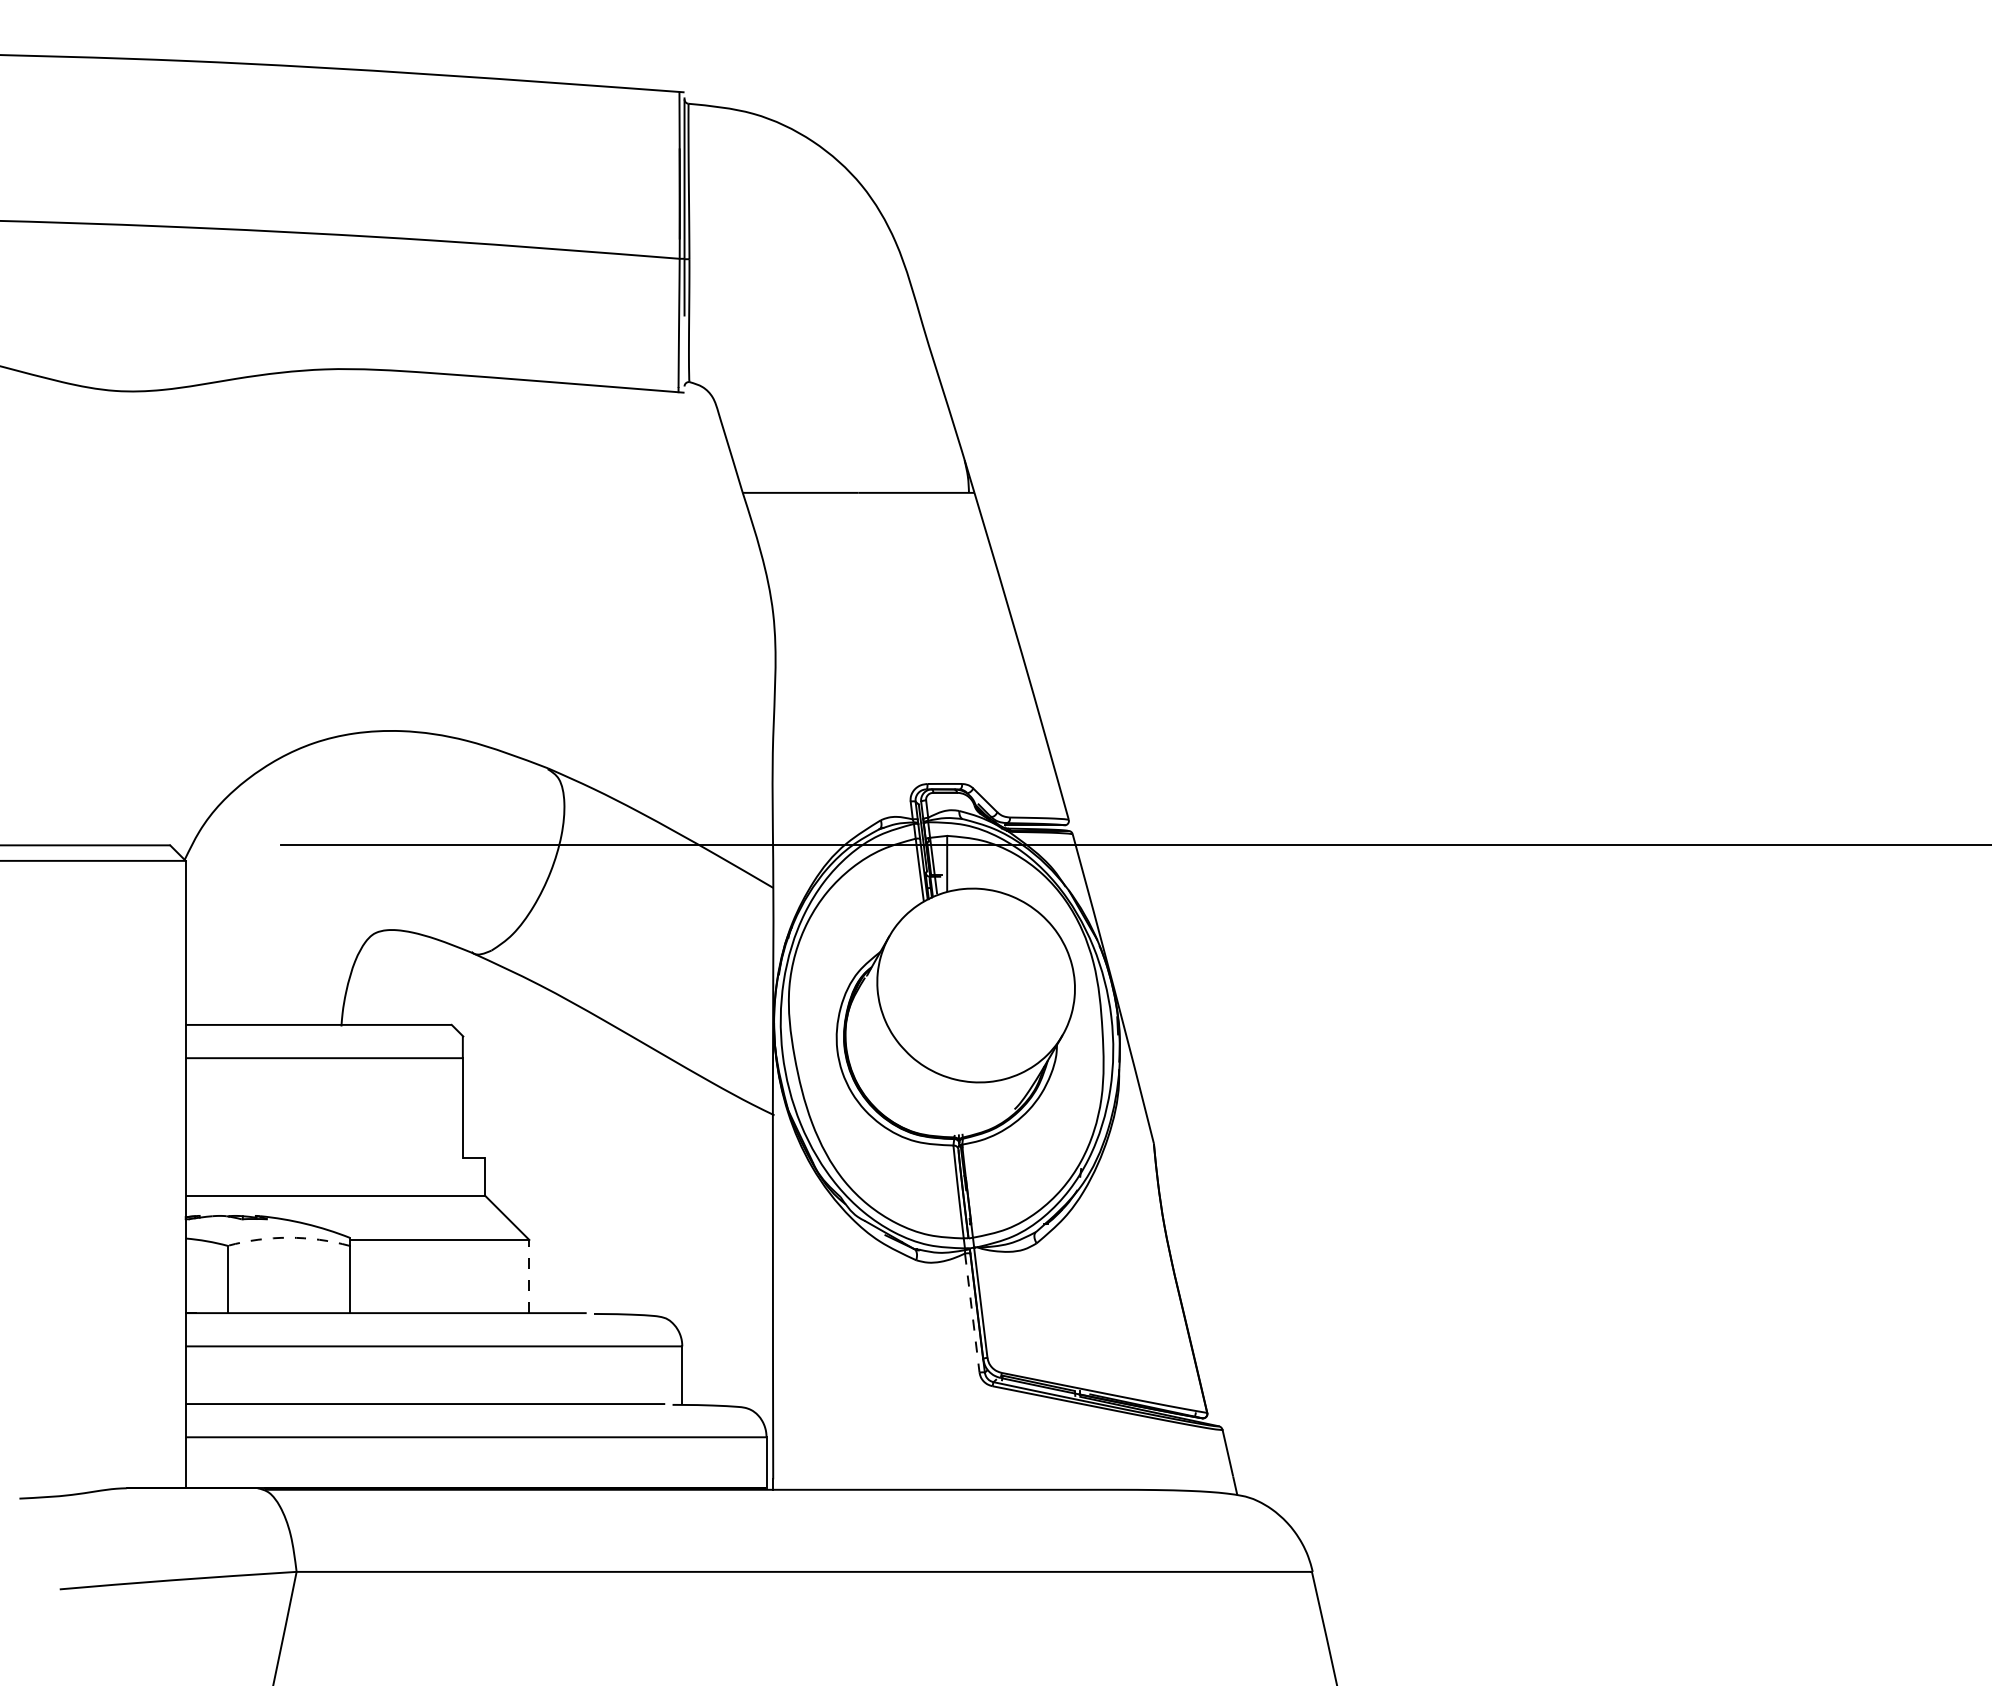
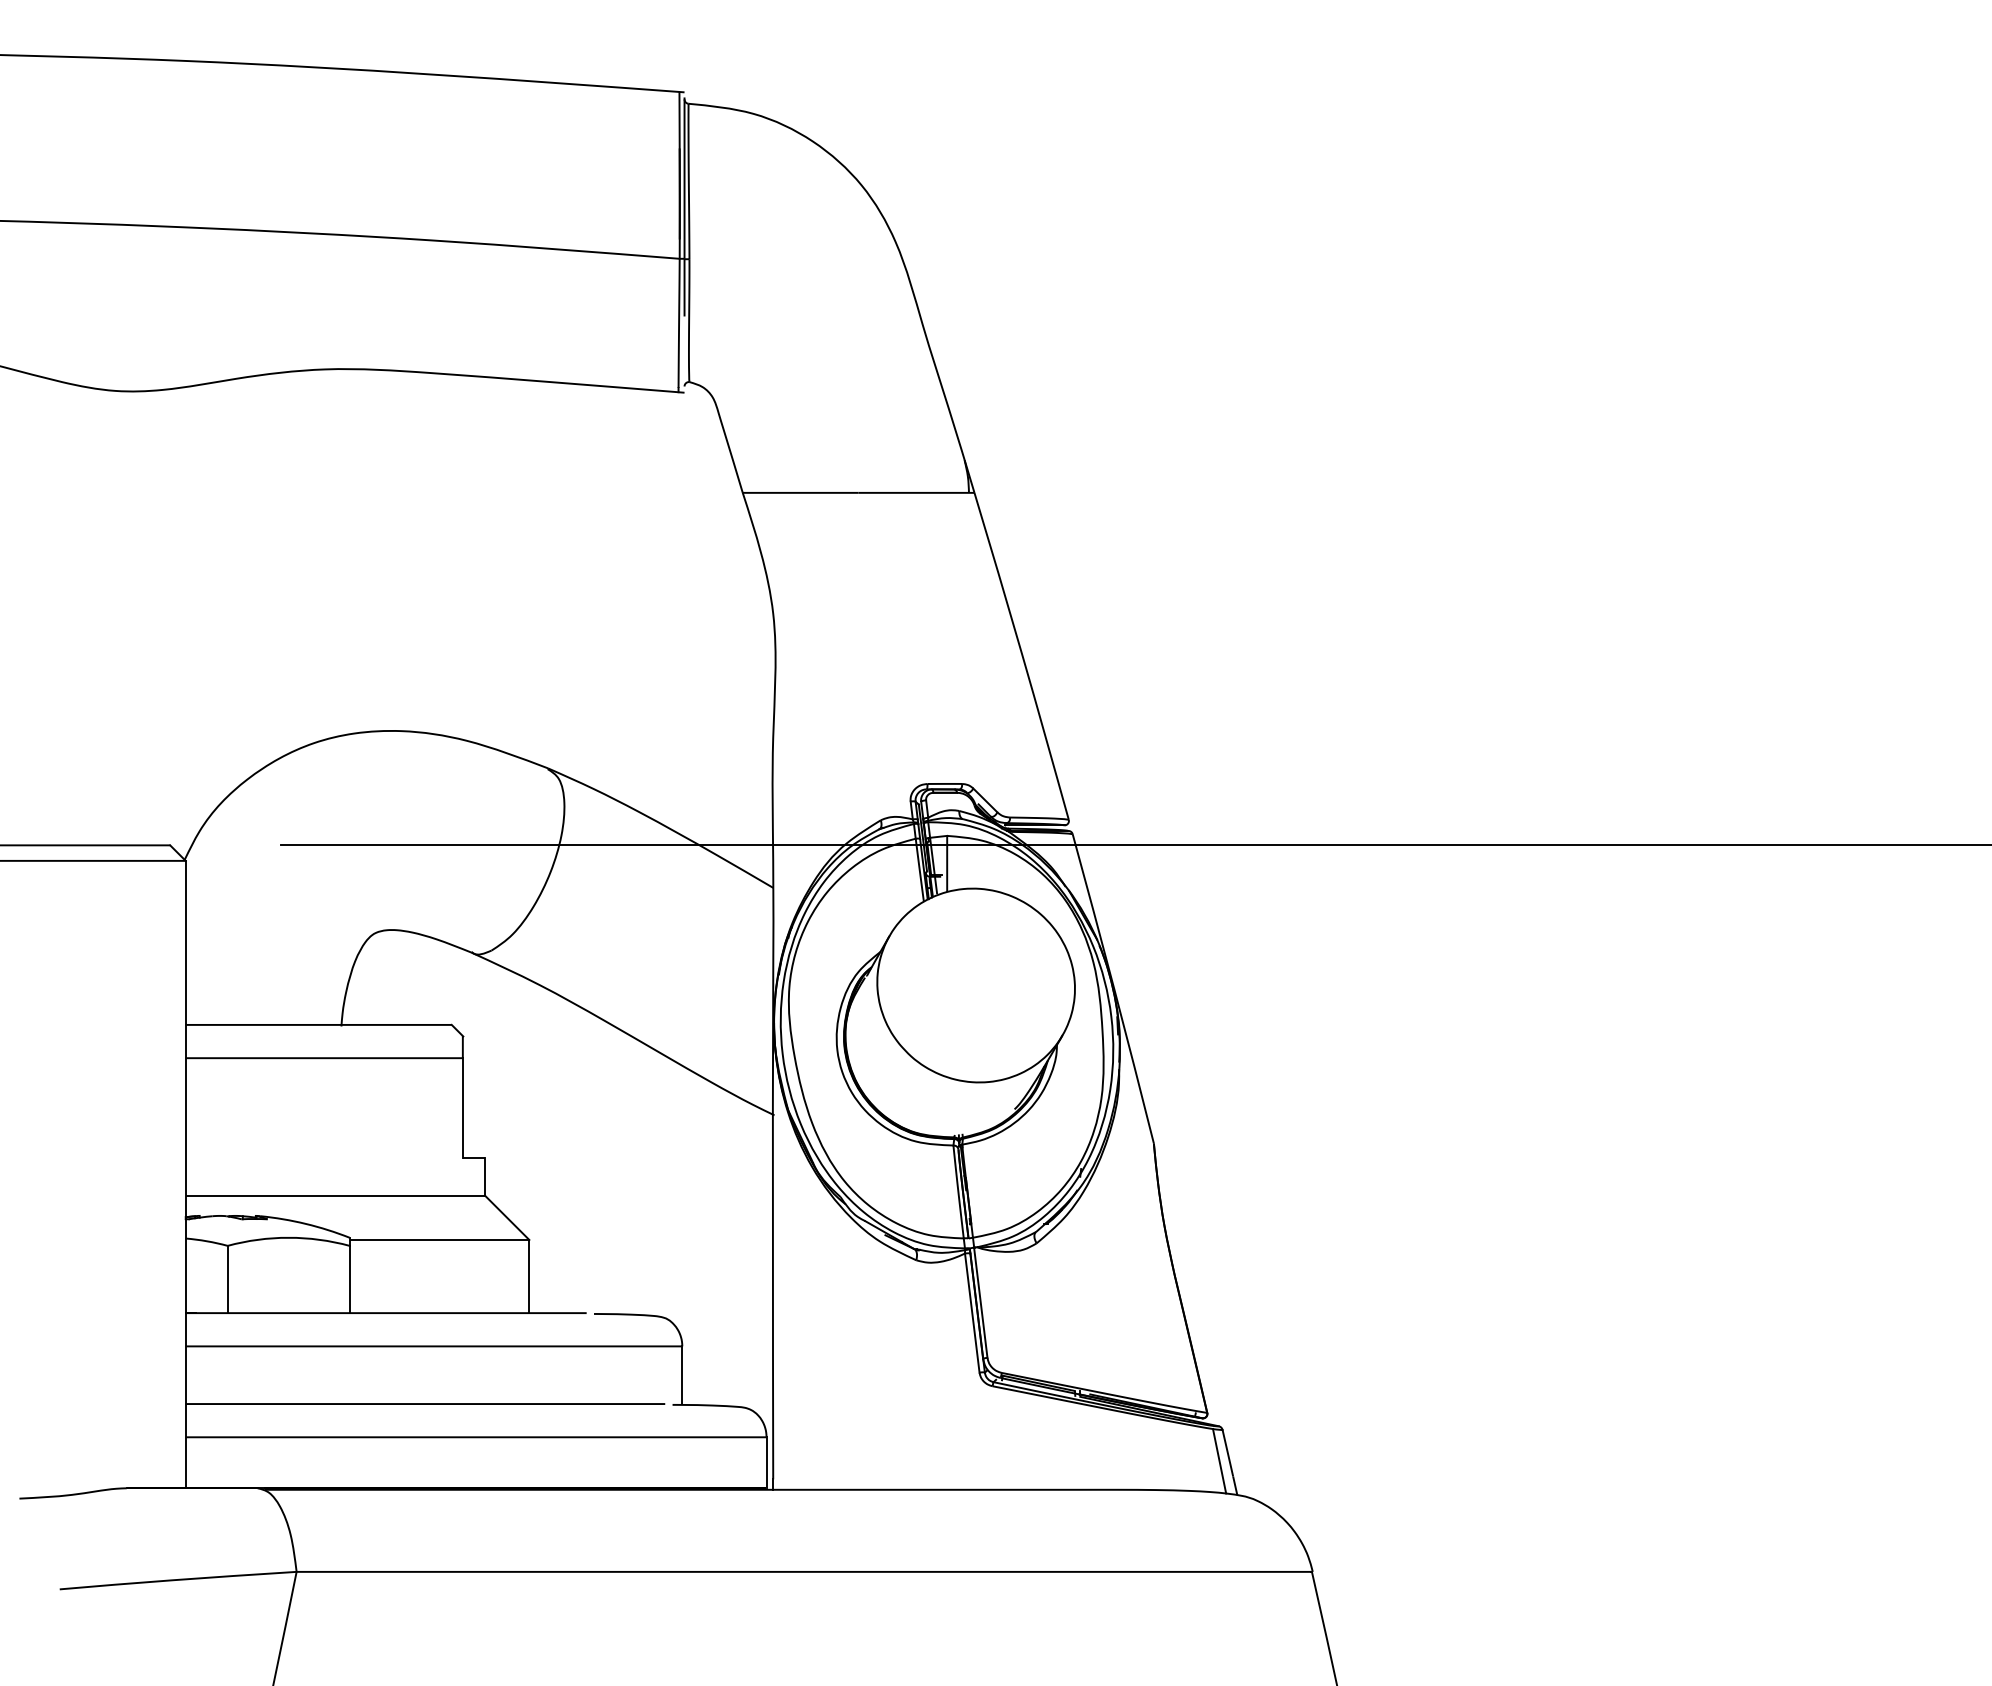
arc at (288, 1237): dashed -> solid
line at (529, 1276): dashed -> solid
line at (972, 1313): dashed -> solid
line at (1219, 1460): none -> present
